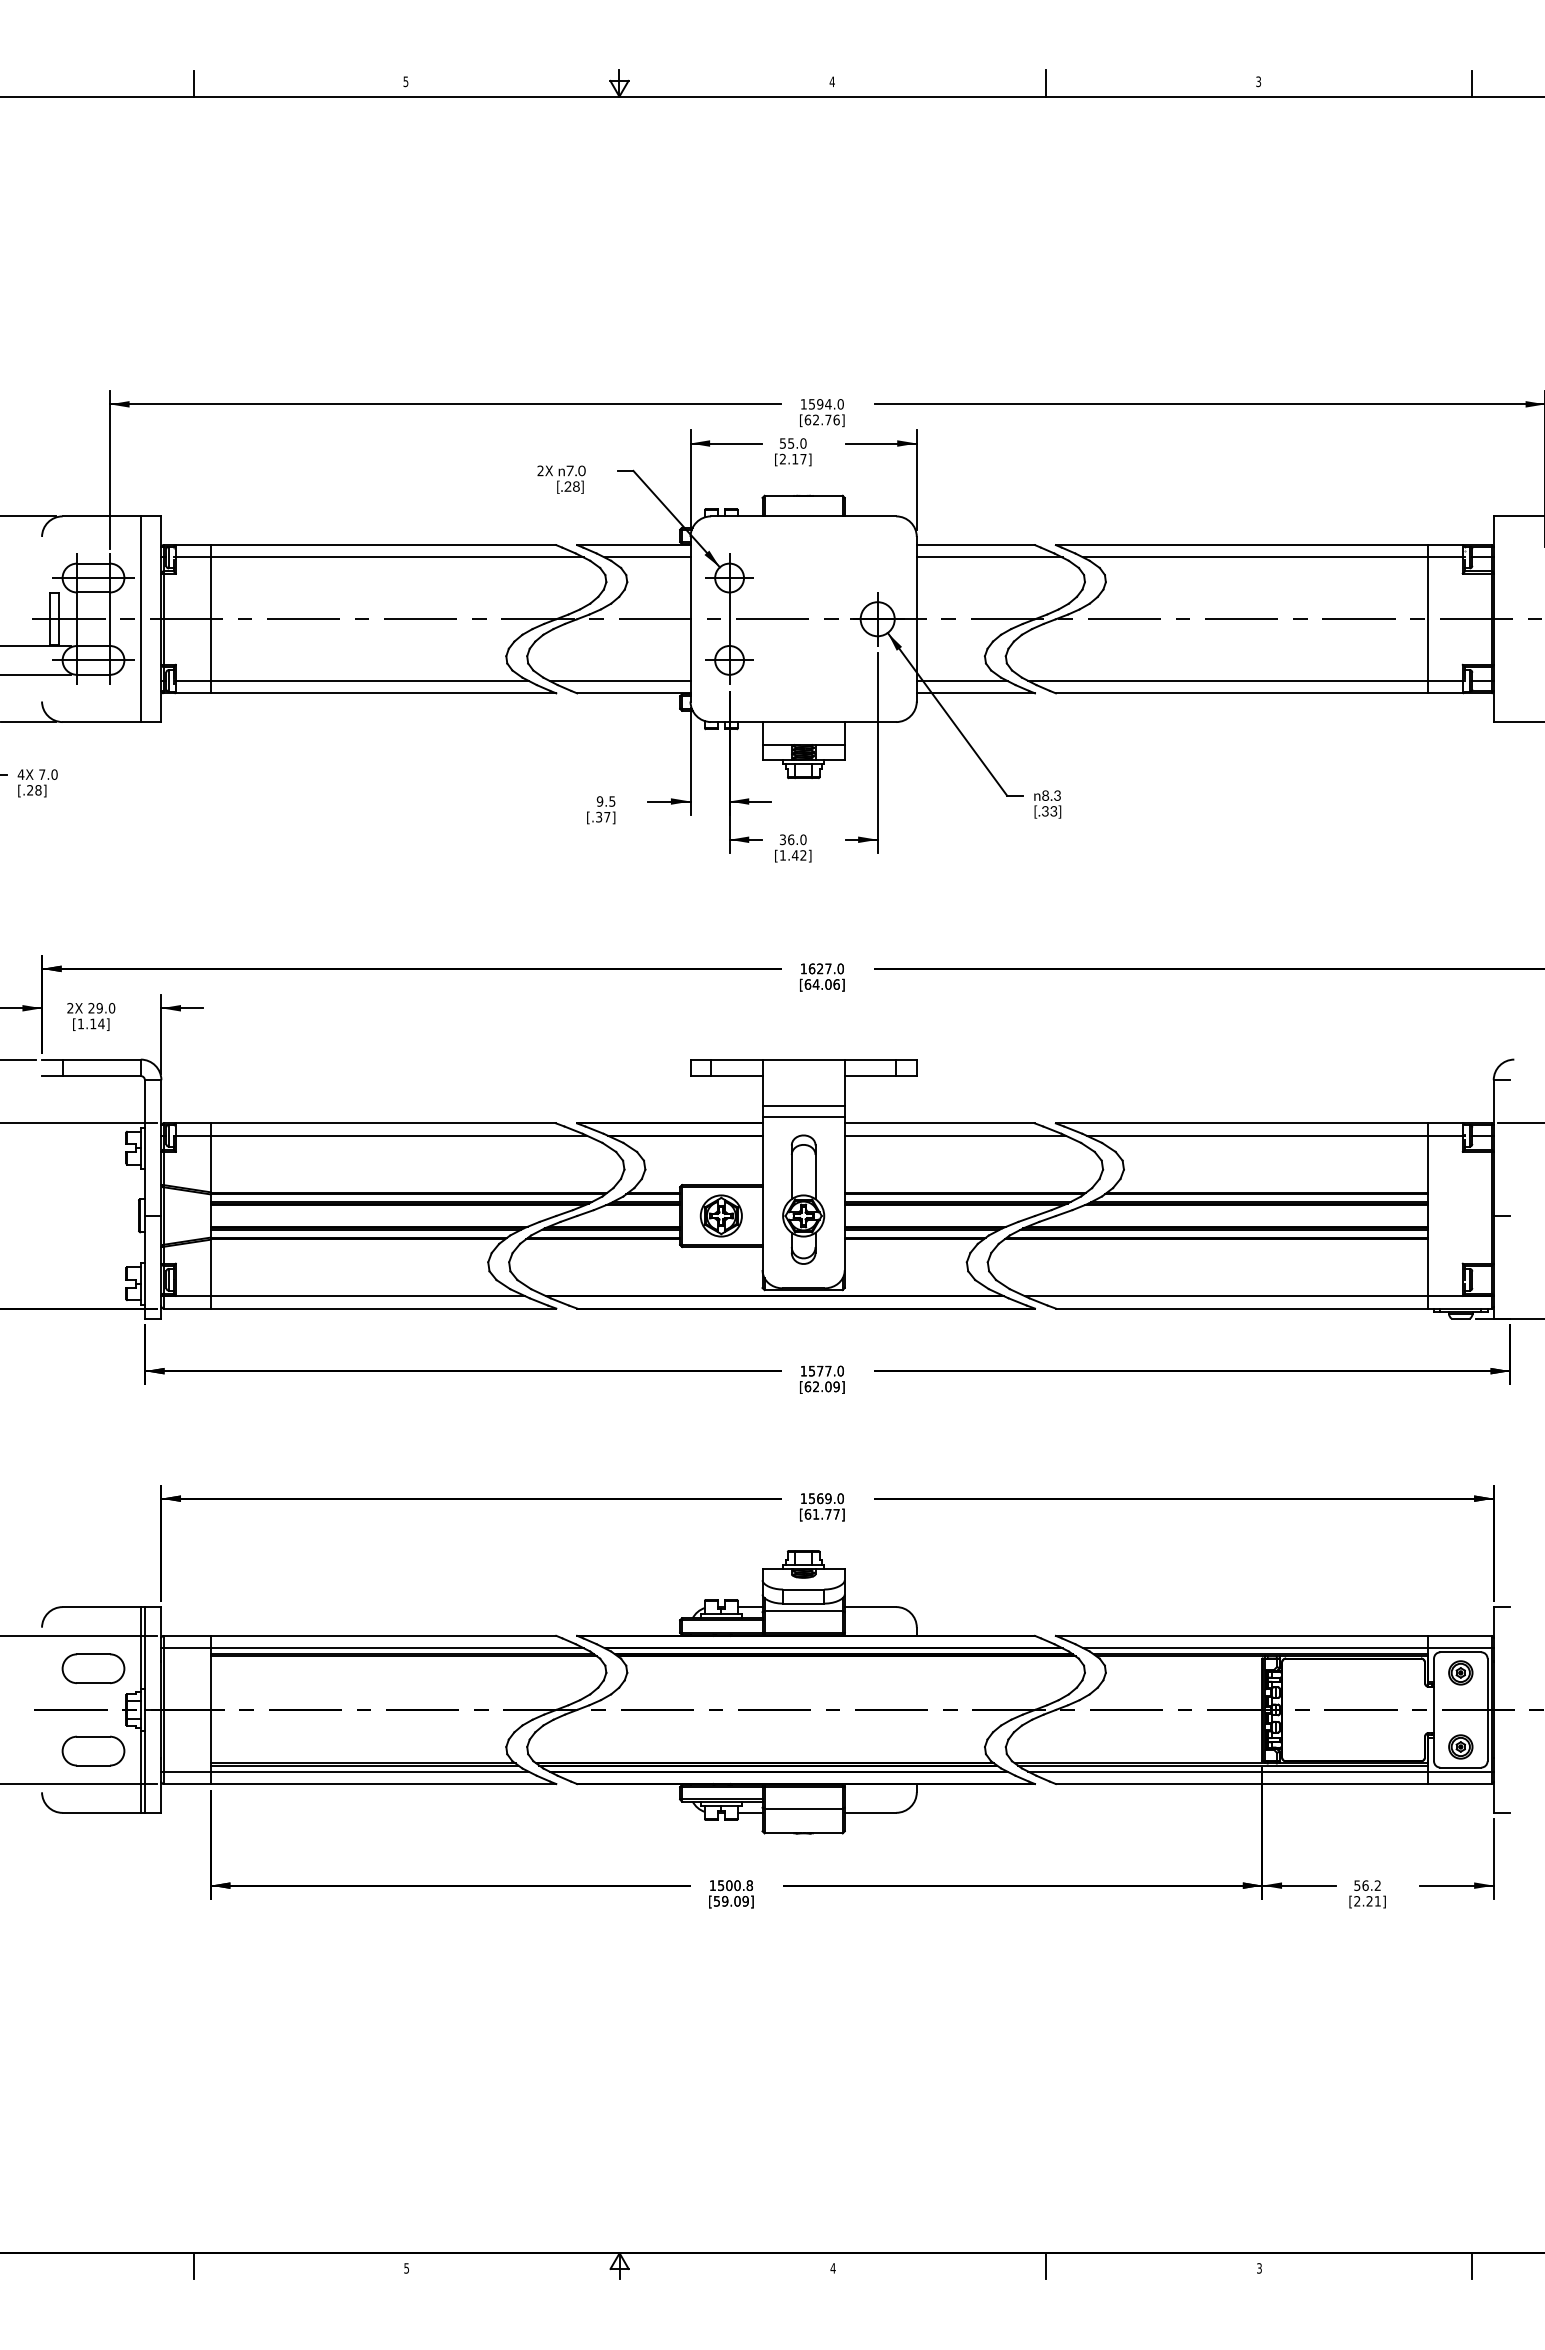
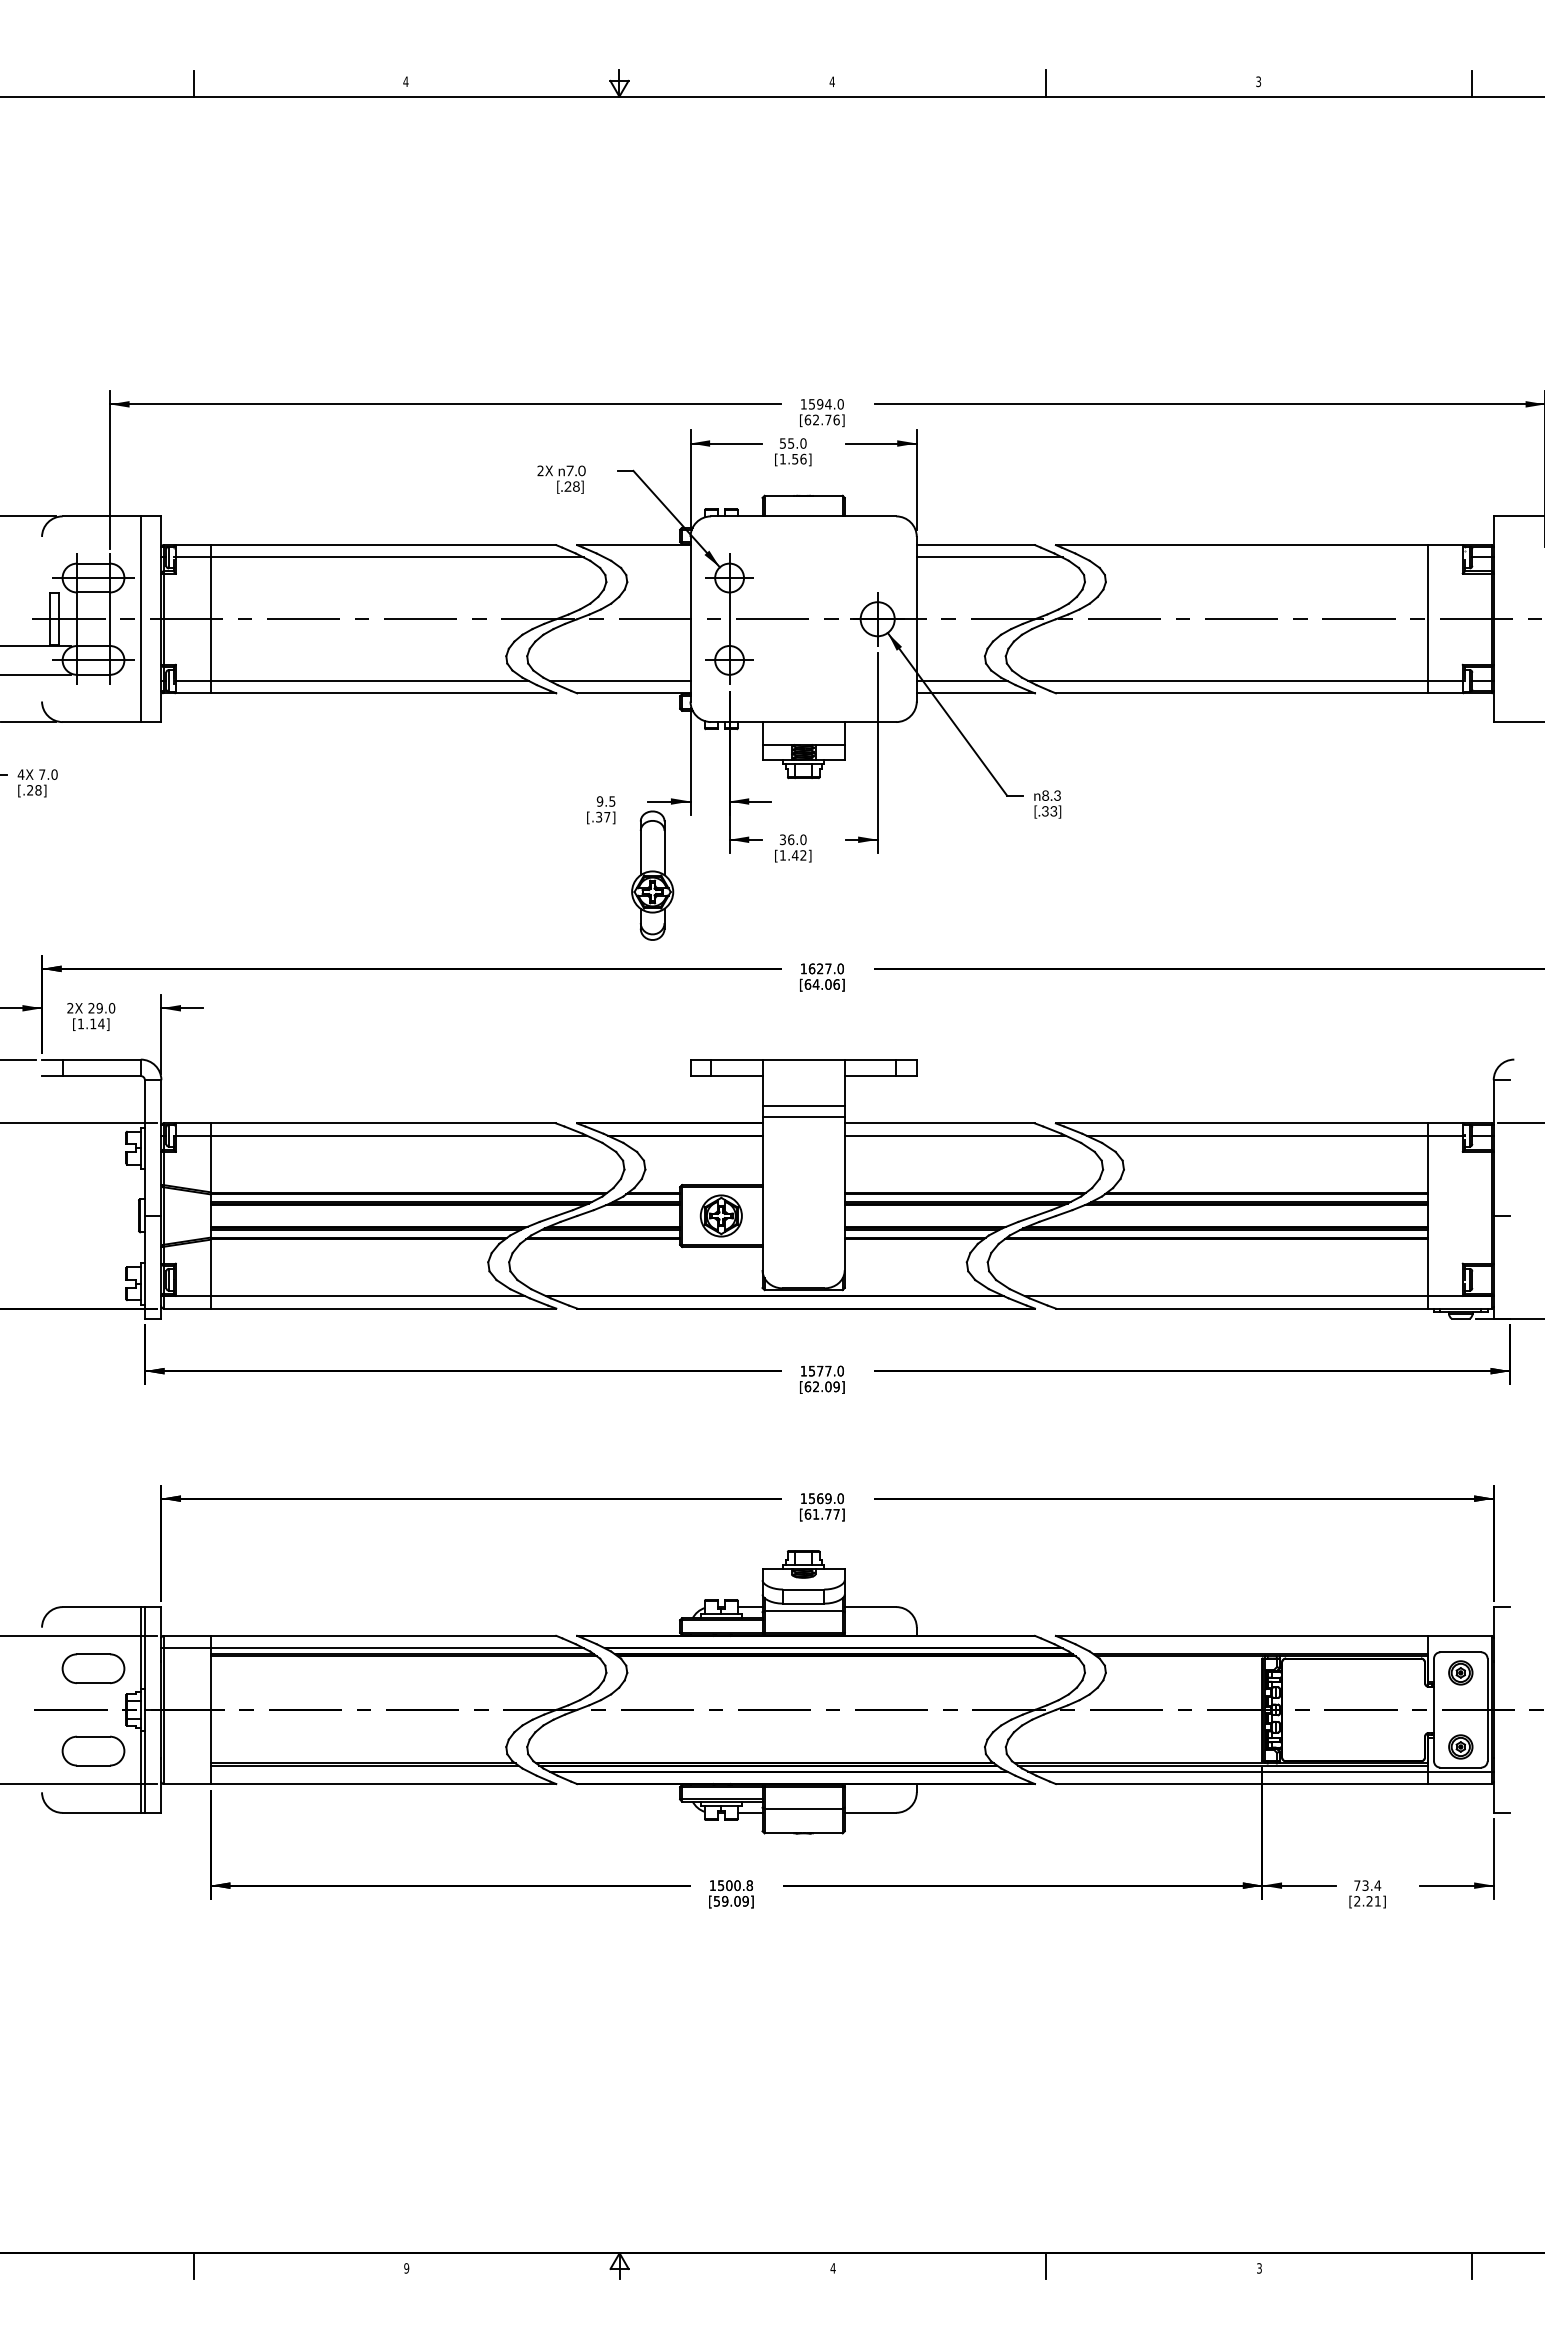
text at (405, 81): 5 -> 4
text at (792, 458): [2.17] -> [1.56]
line at (647, 557): present -> none
line at (1273, 557): present -> none
part at (803, 1199) position: (803, 1199) -> (652, 875)
line at (1288, 1648): present -> none
line at (344, 1771): present -> none
text at (1367, 1885): 56.2 -> 73.4
text at (406, 2268): 5 -> 9
